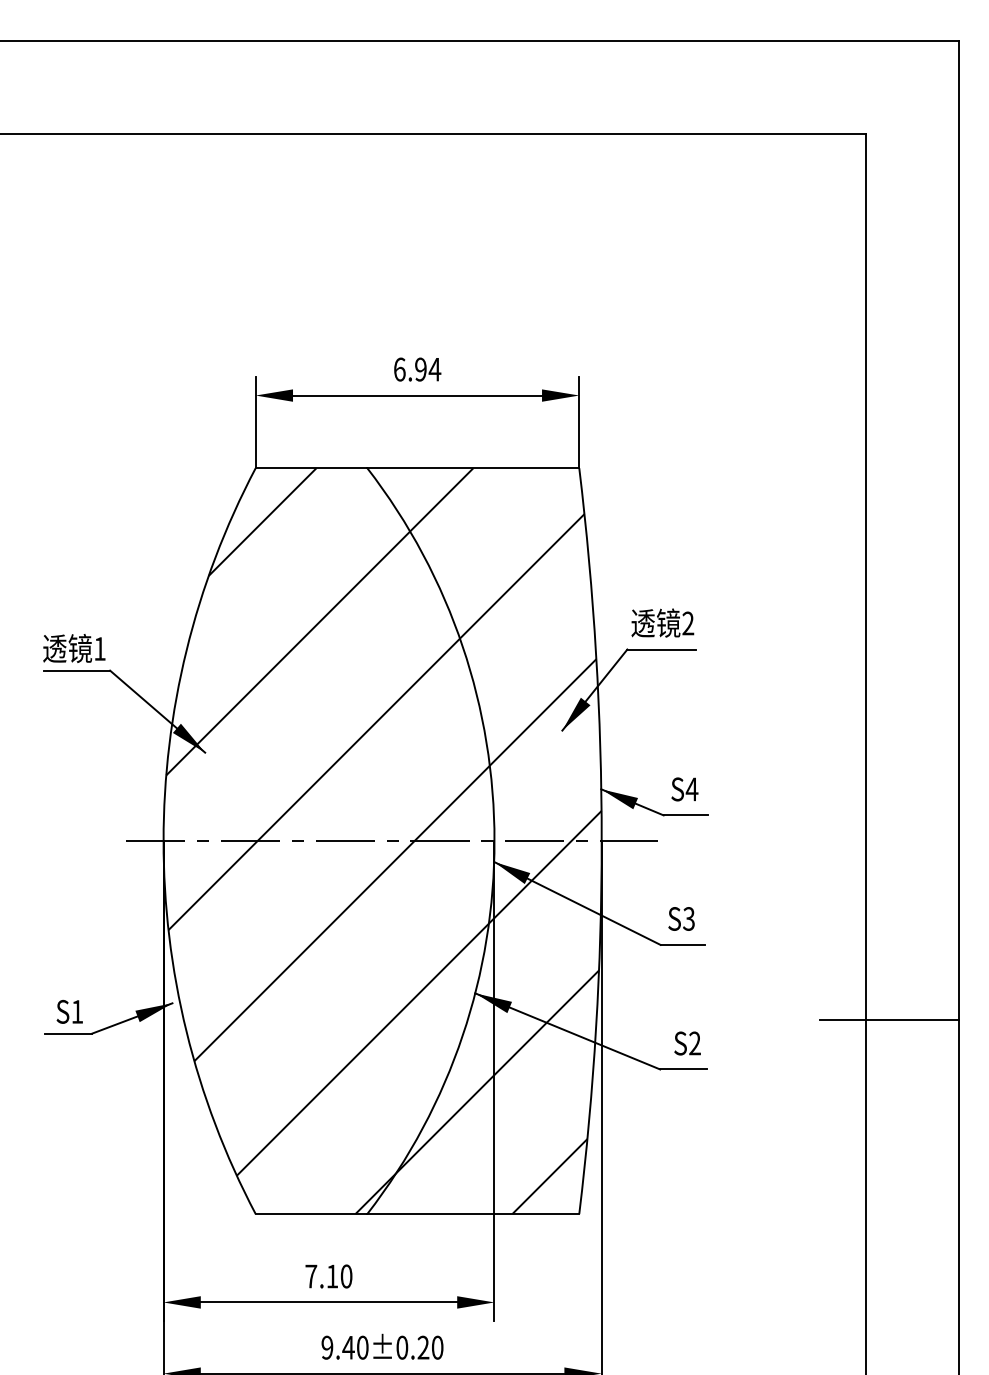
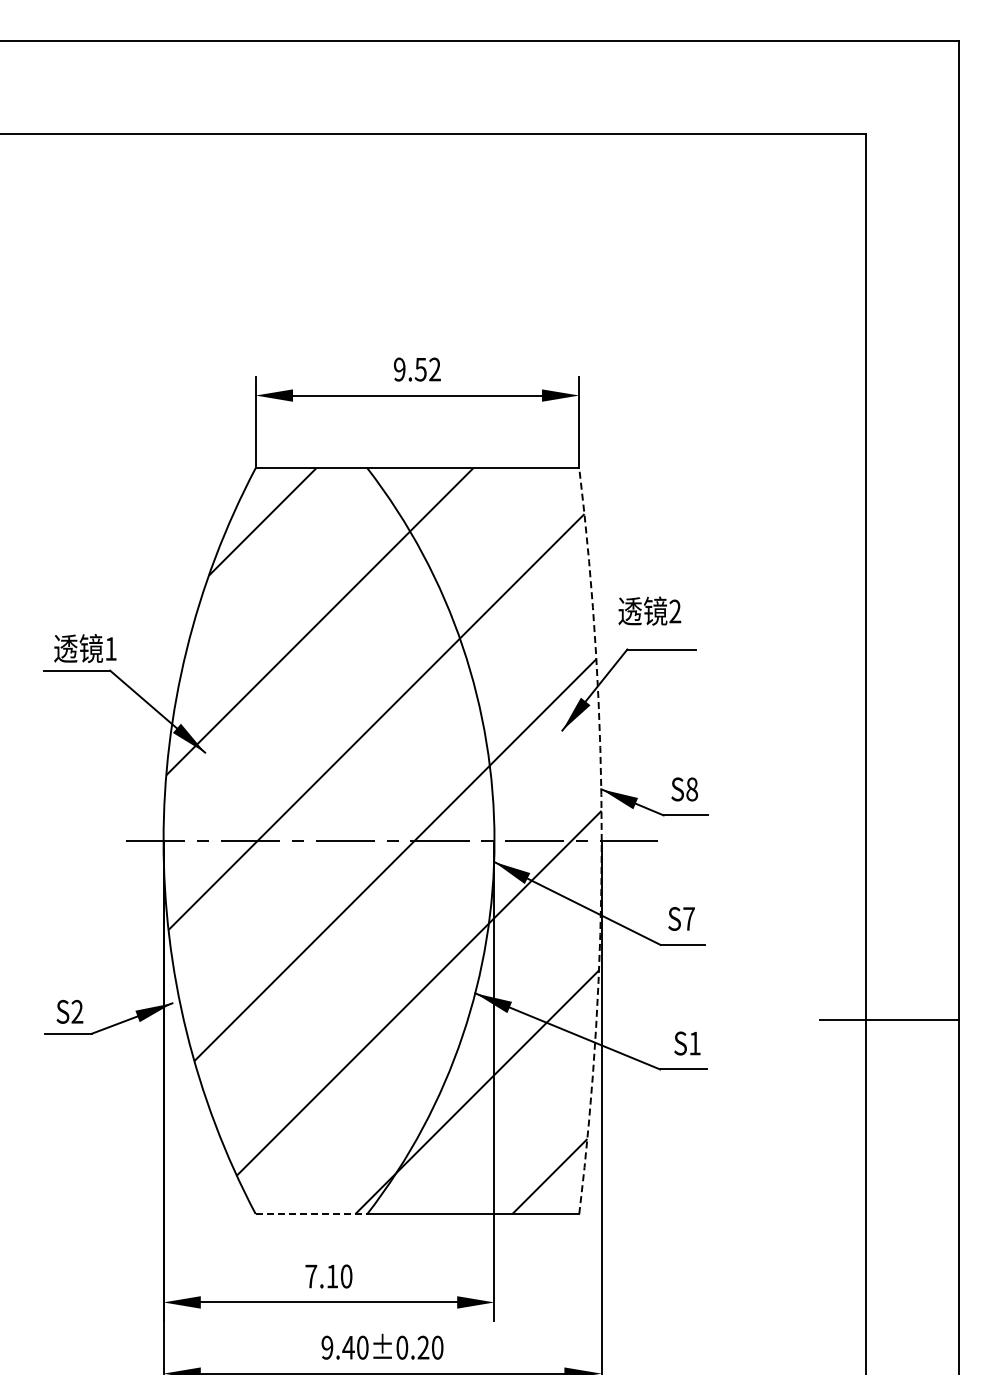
text at (417, 369): 6.94 -> 9.52
text at (662, 622) position: (662, 622) -> (649, 610)
text at (74, 648) position: (74, 648) -> (85, 648)
text at (691, 789): S4 -> S8
arc at (601, 841): solid -> dashed
text at (688, 918): S3 -> S7
text at (77, 1011): S1 -> S2
text at (694, 1043): S2 -> S1
line at (311, 1214): solid -> dashed
